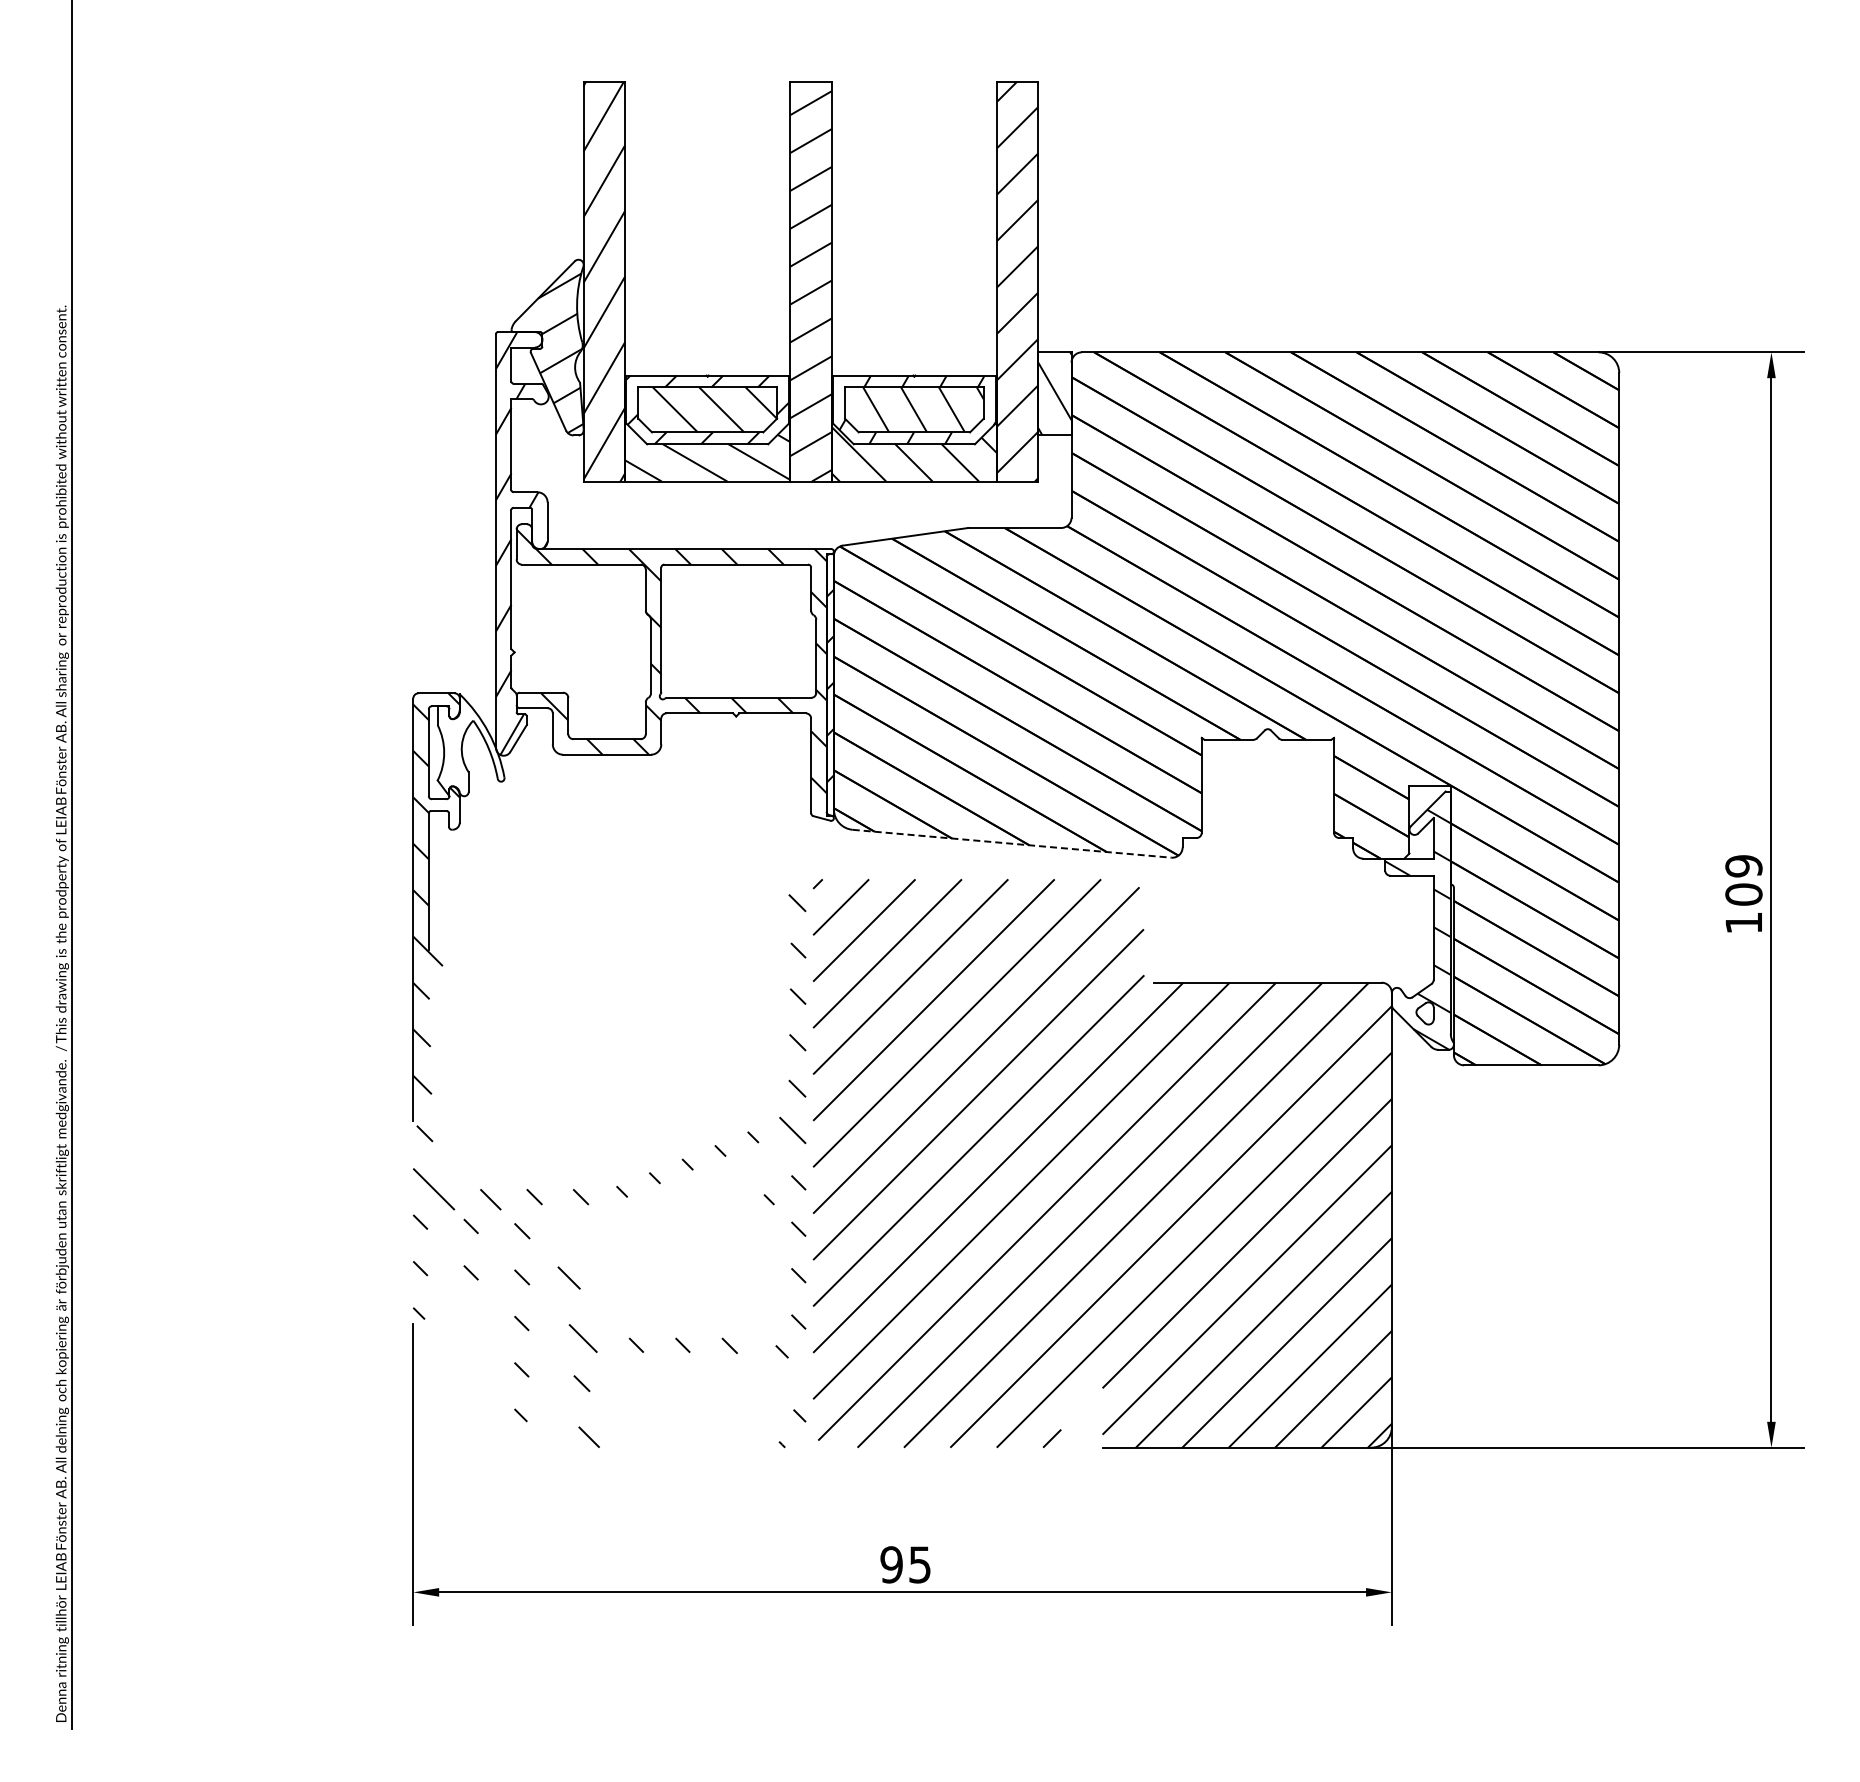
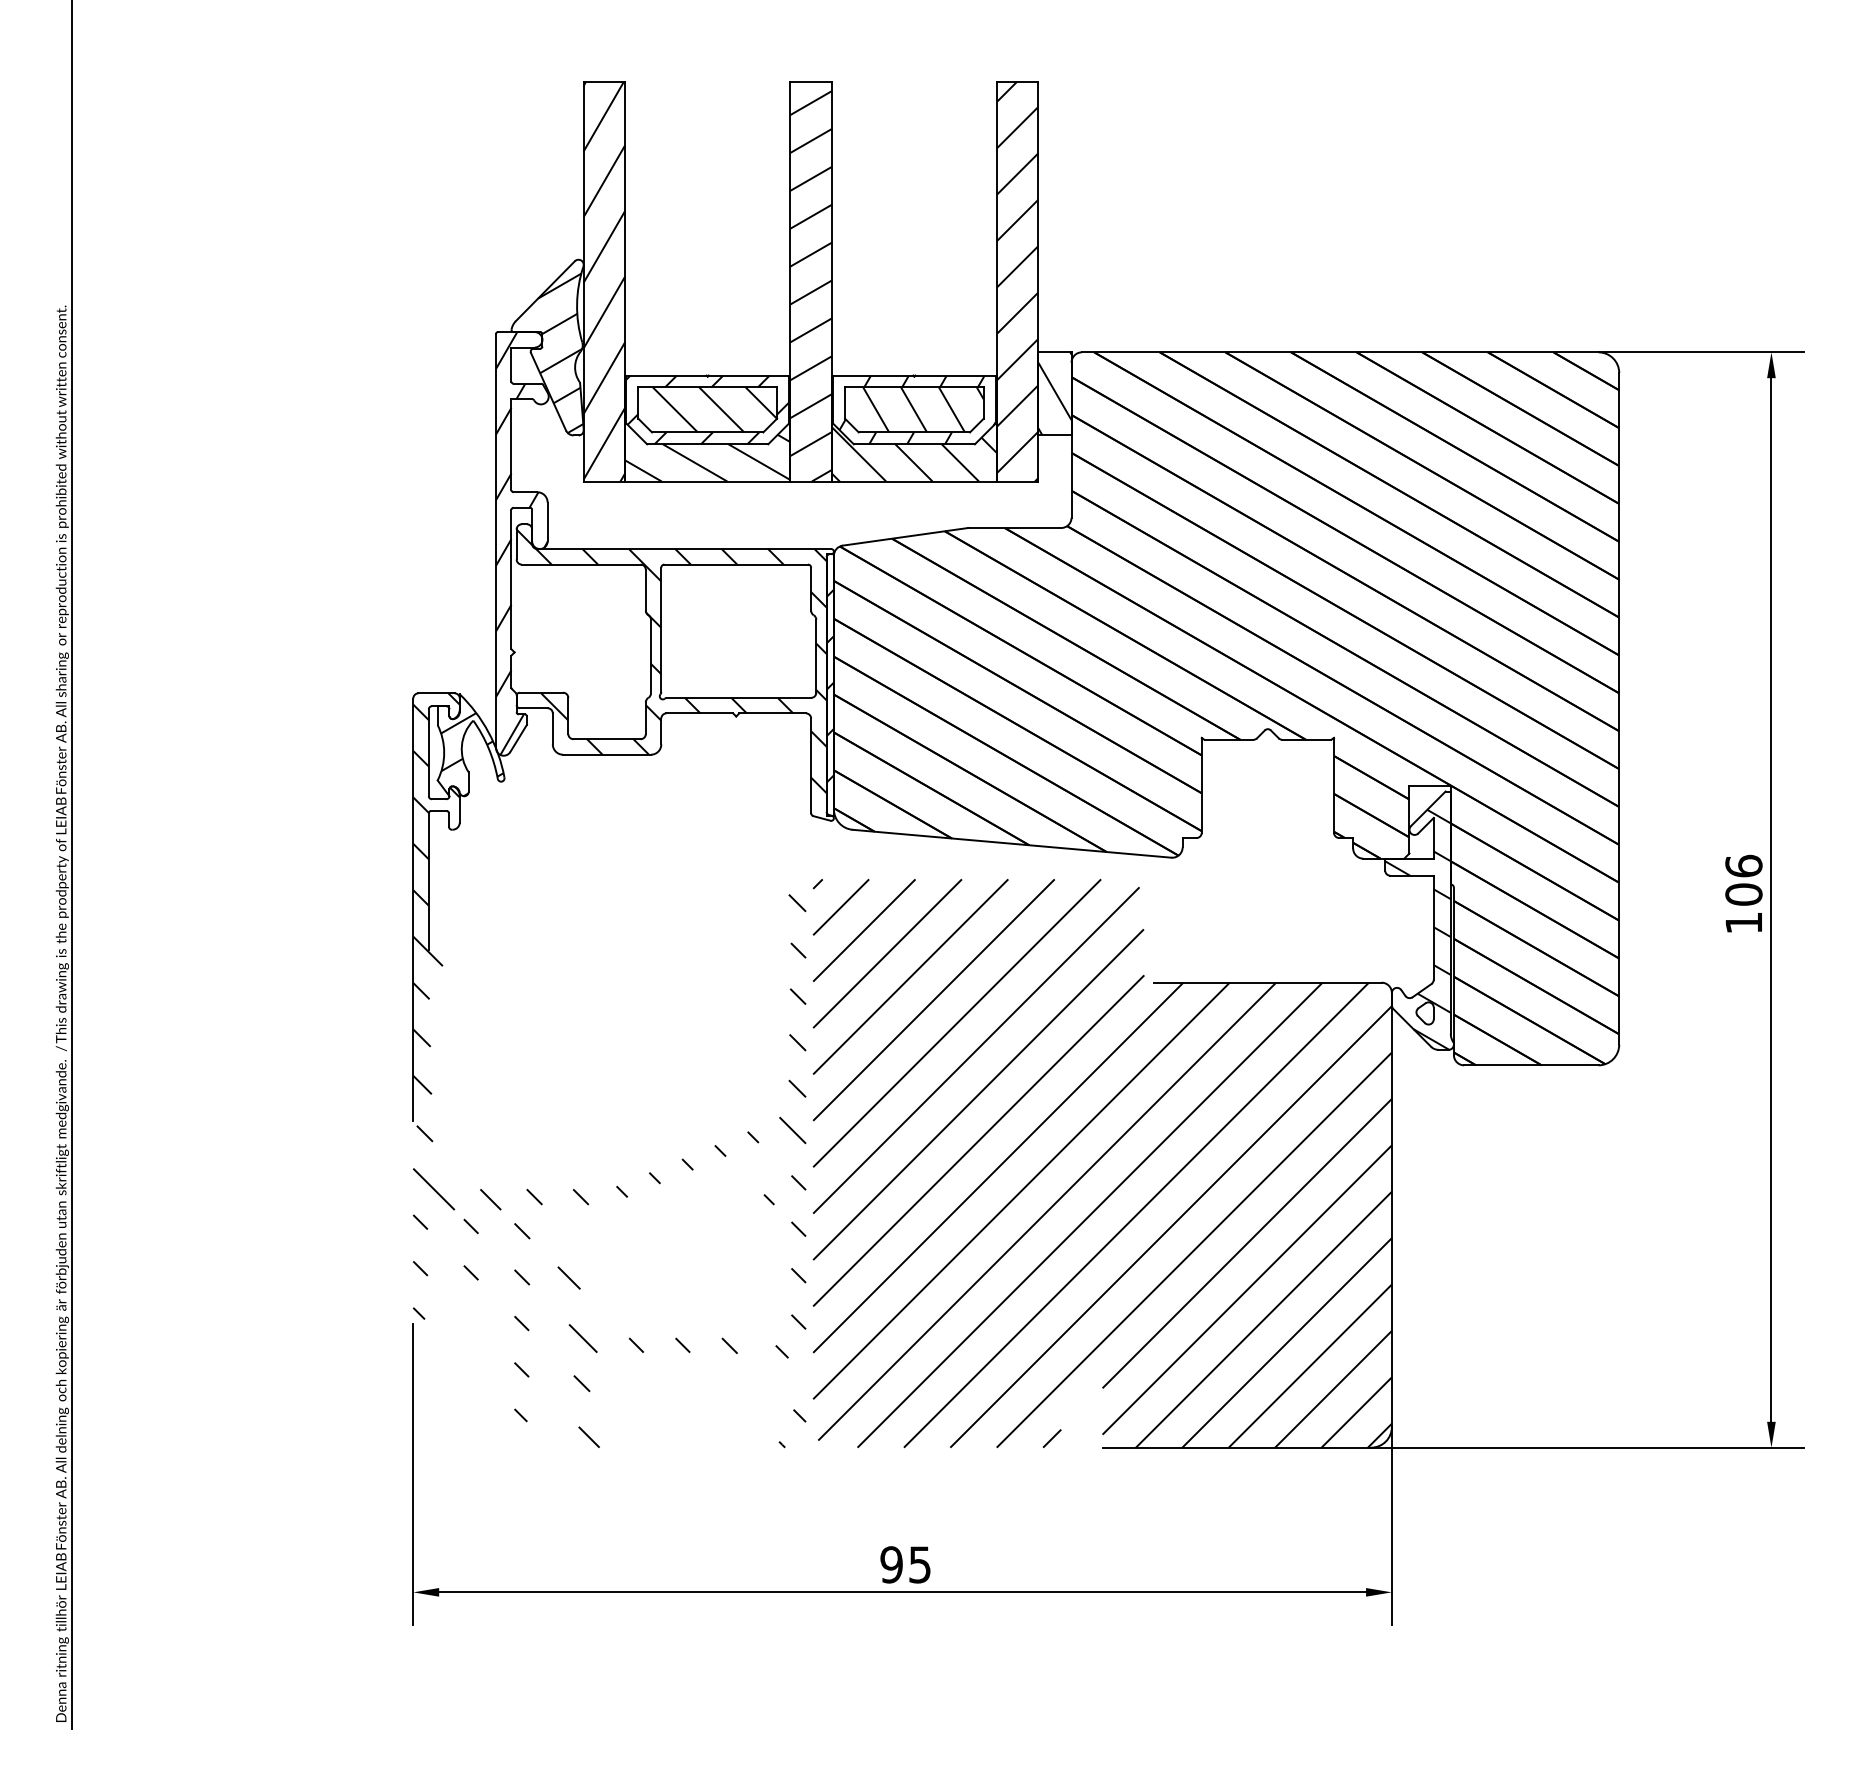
hatch at (472, 754): none -> present
line at (1012, 843): dashed -> solid
text at (1743, 865): 109 -> 106
